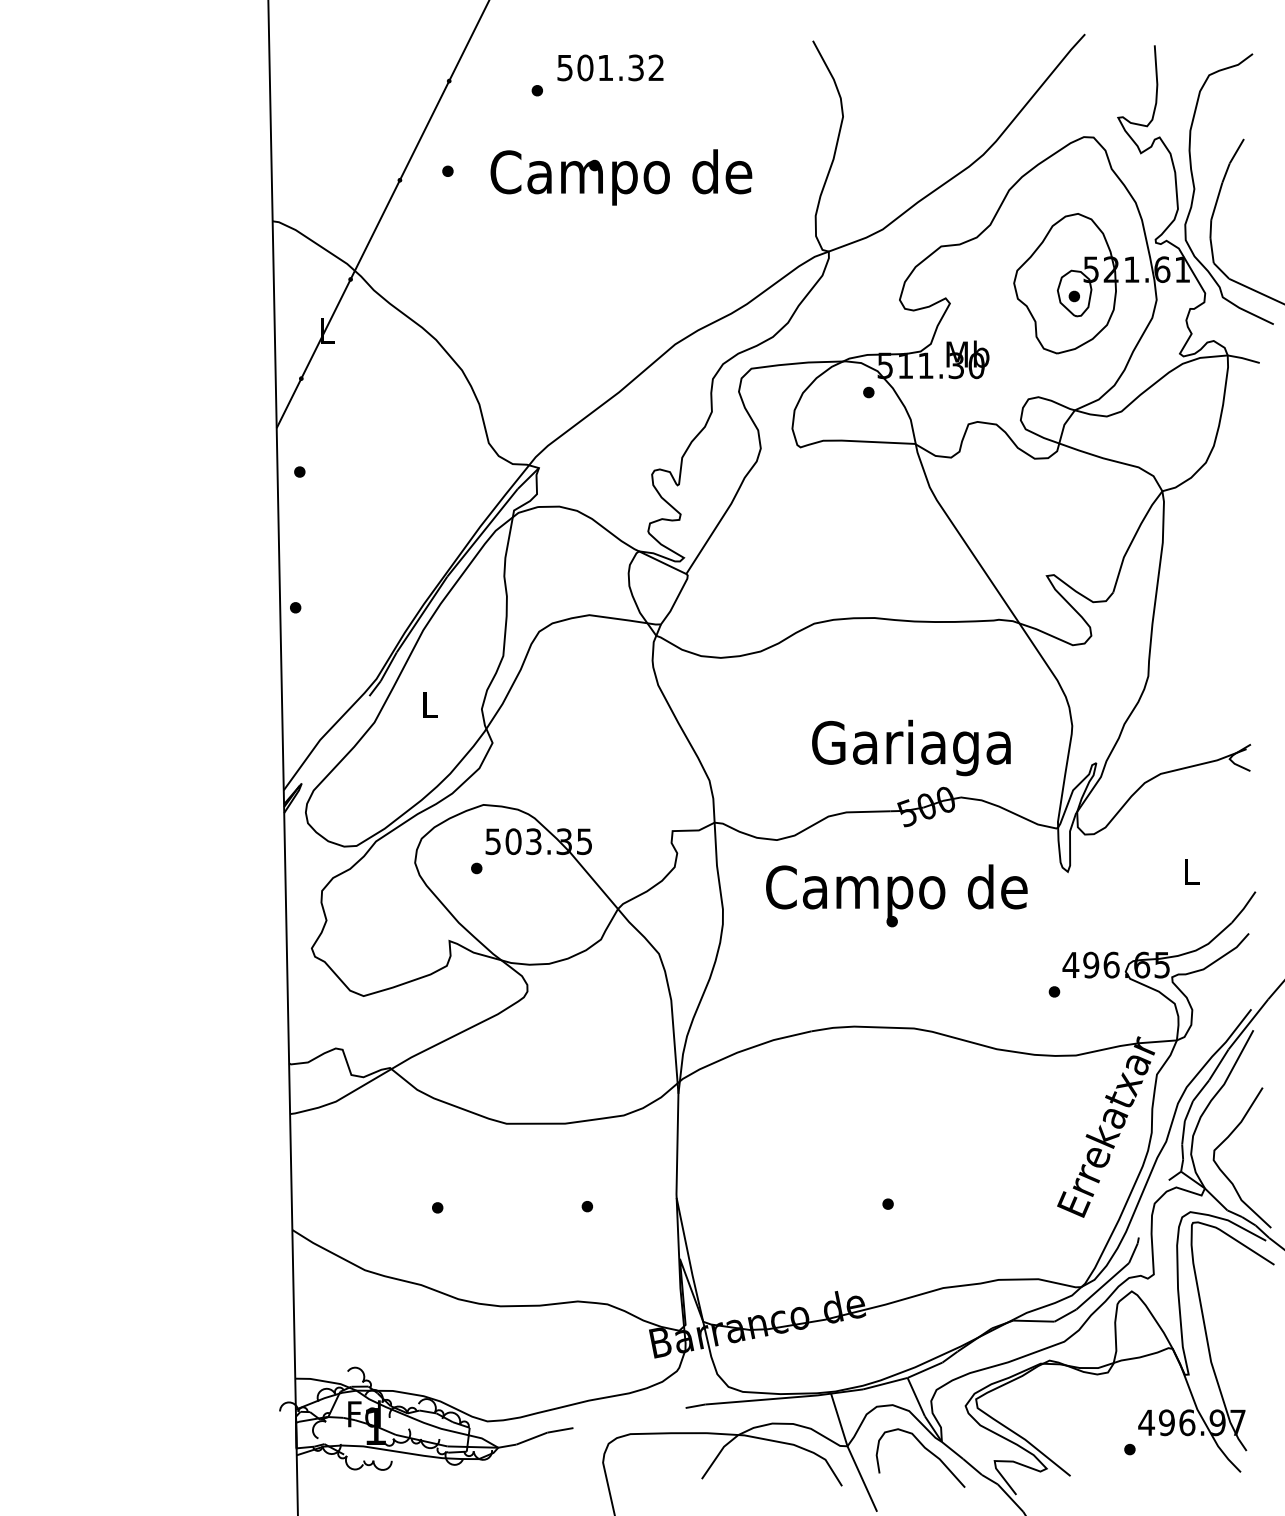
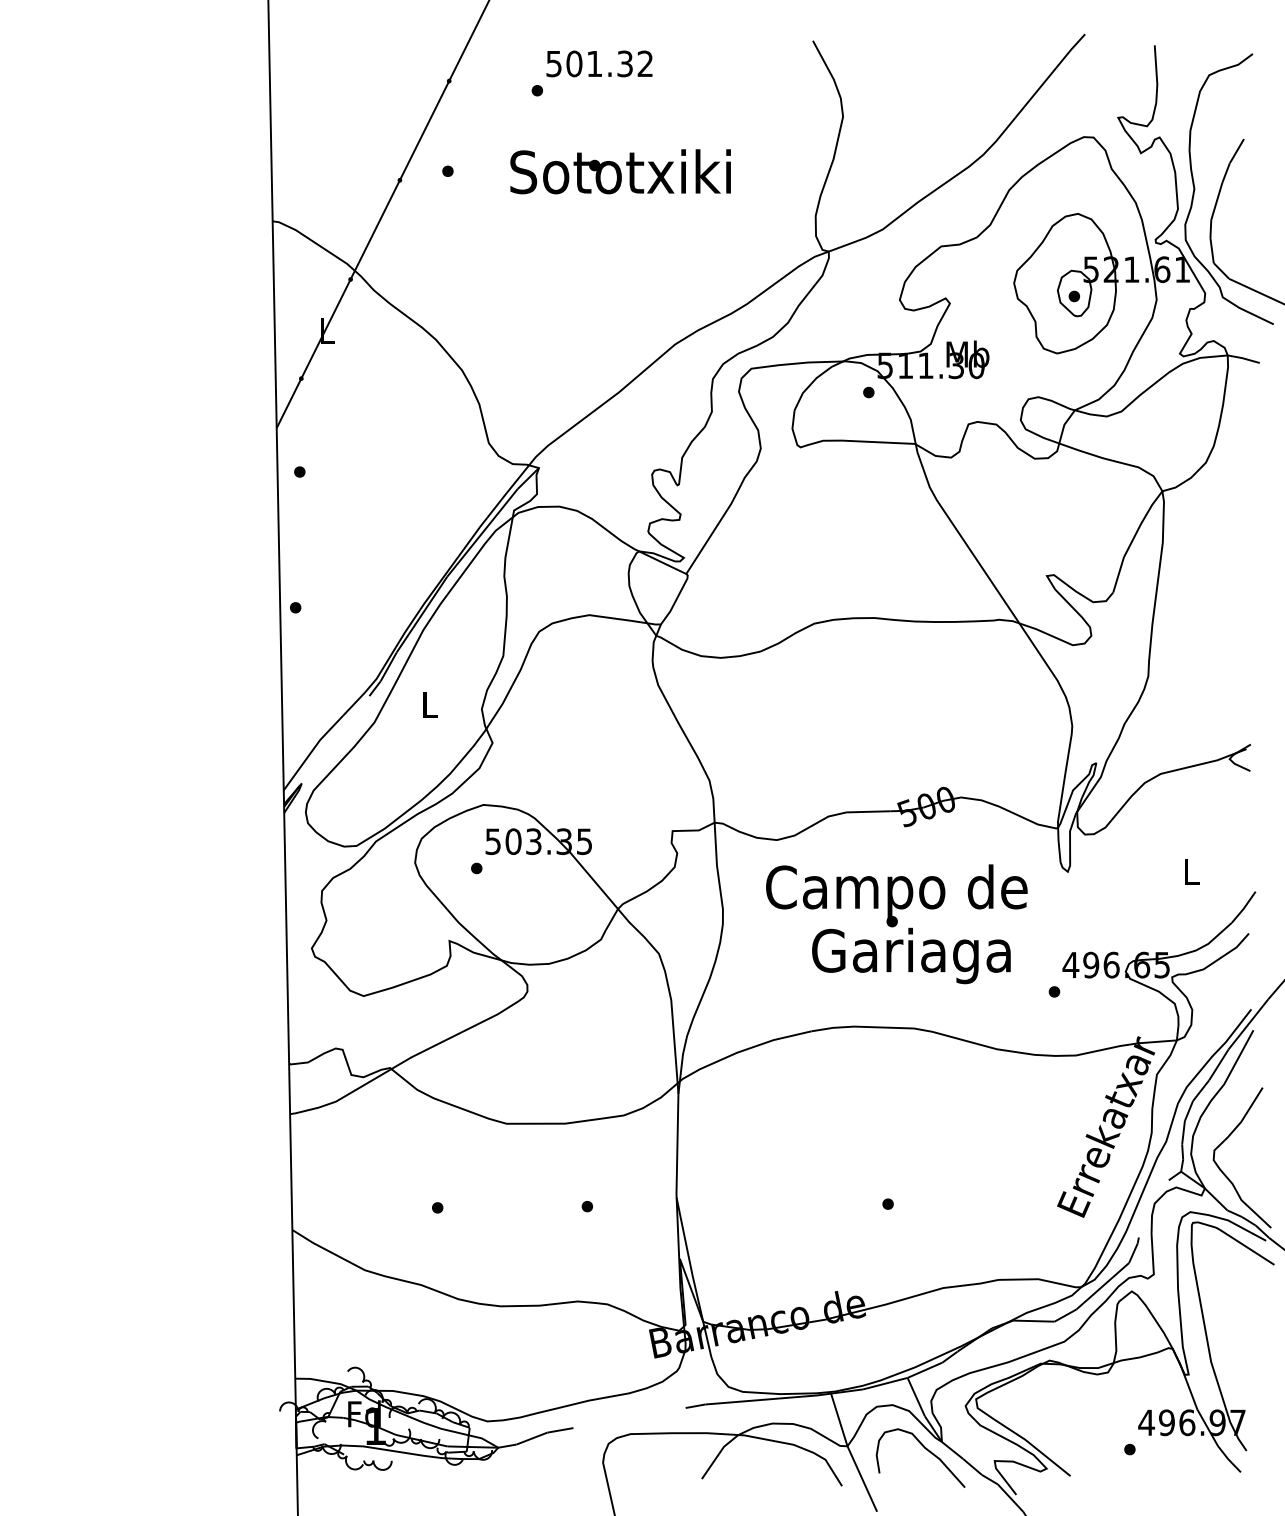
text at (610, 67) position: (610, 67) -> (599, 63)
text at (621, 177): Campo de -> Sototxiki
text at (911, 747) position: (911, 747) -> (911, 955)
